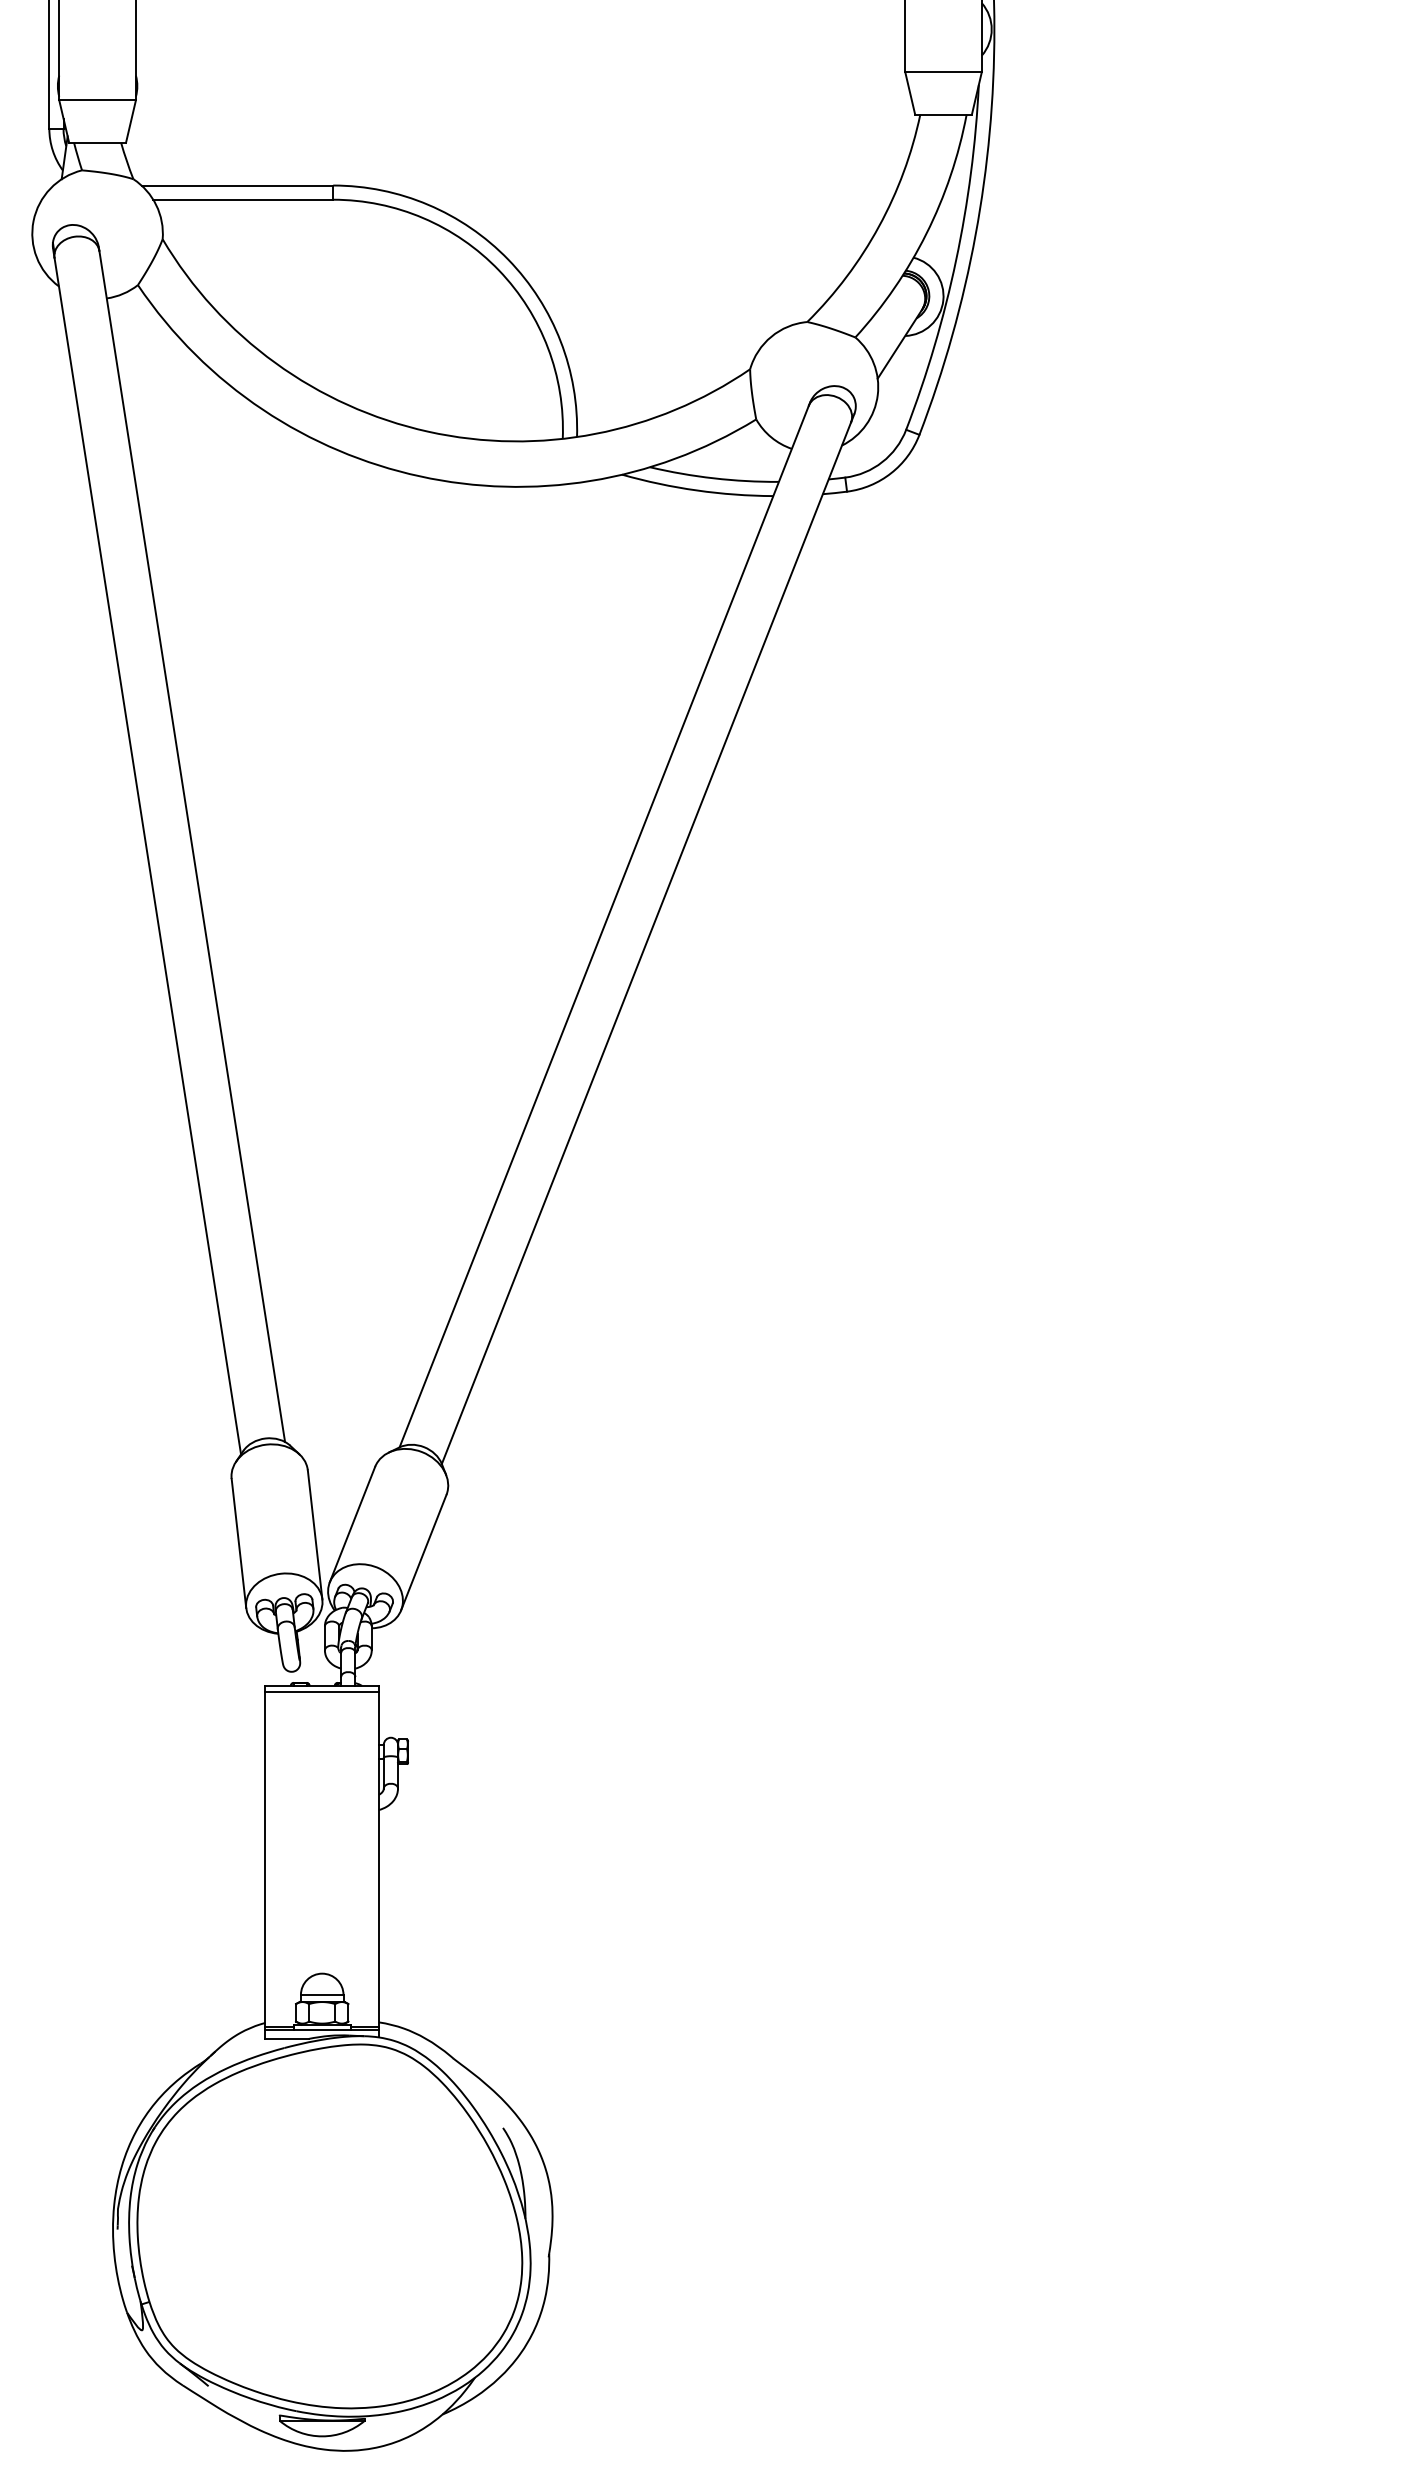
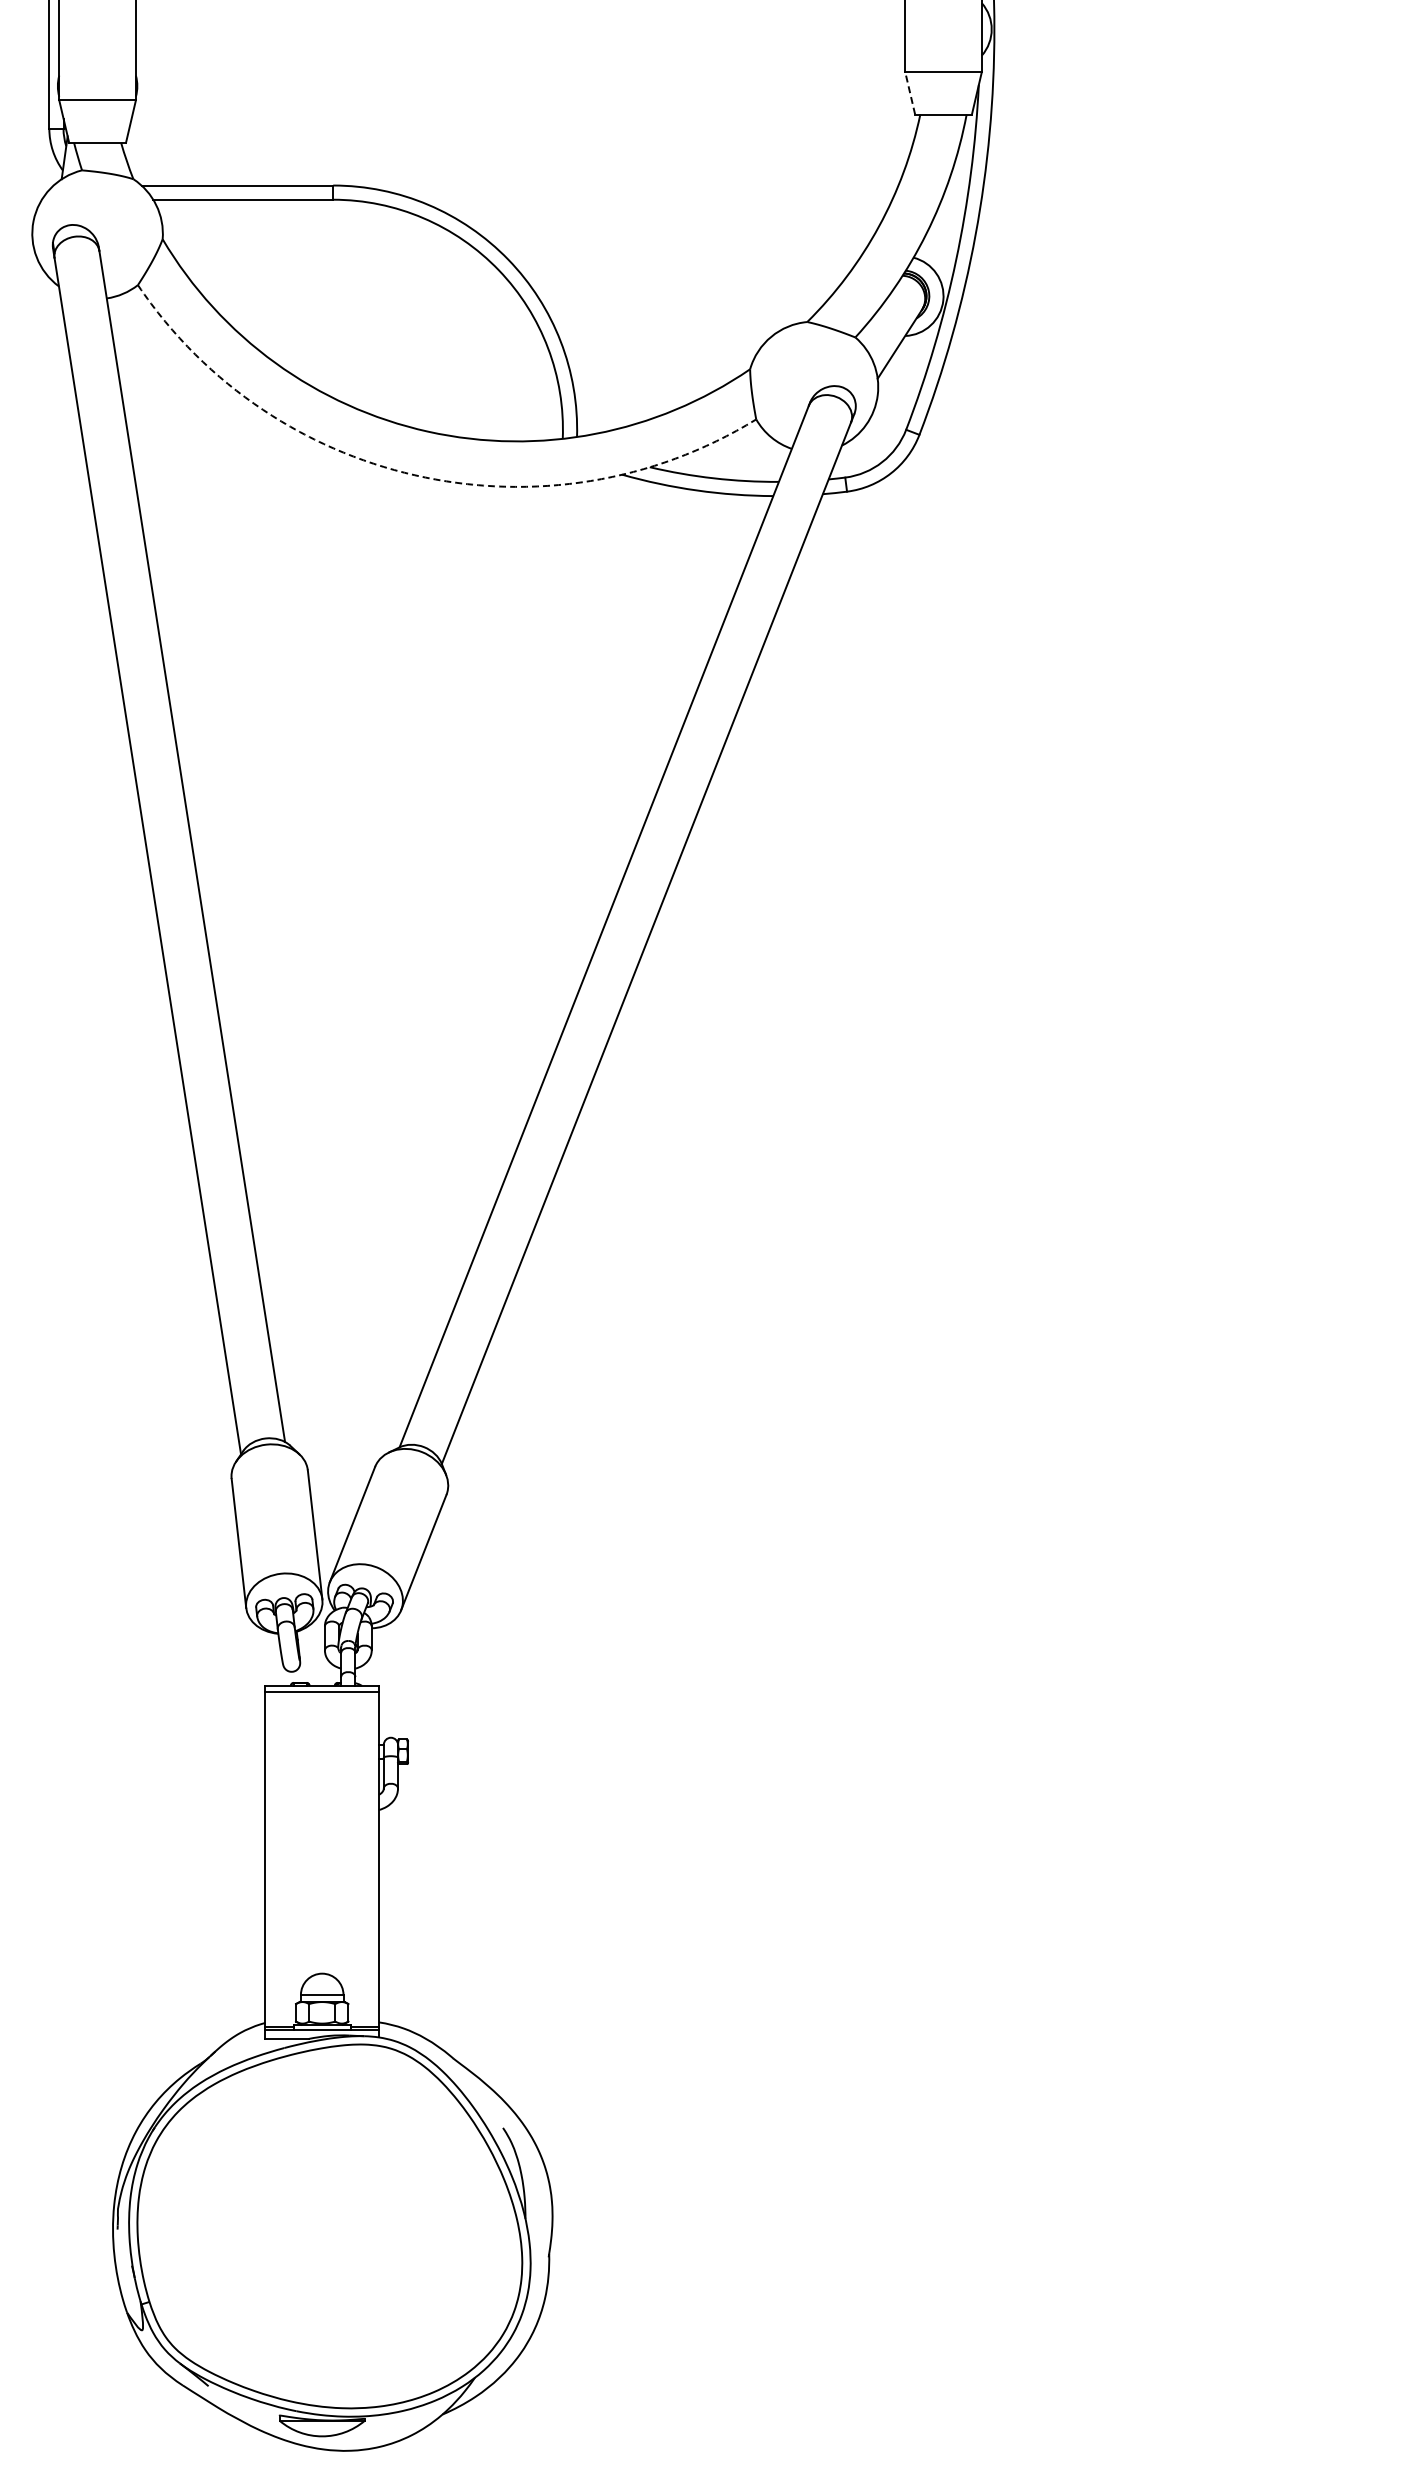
line at (910, 93): solid -> dashed
arc at (420, 476): solid -> dashed
